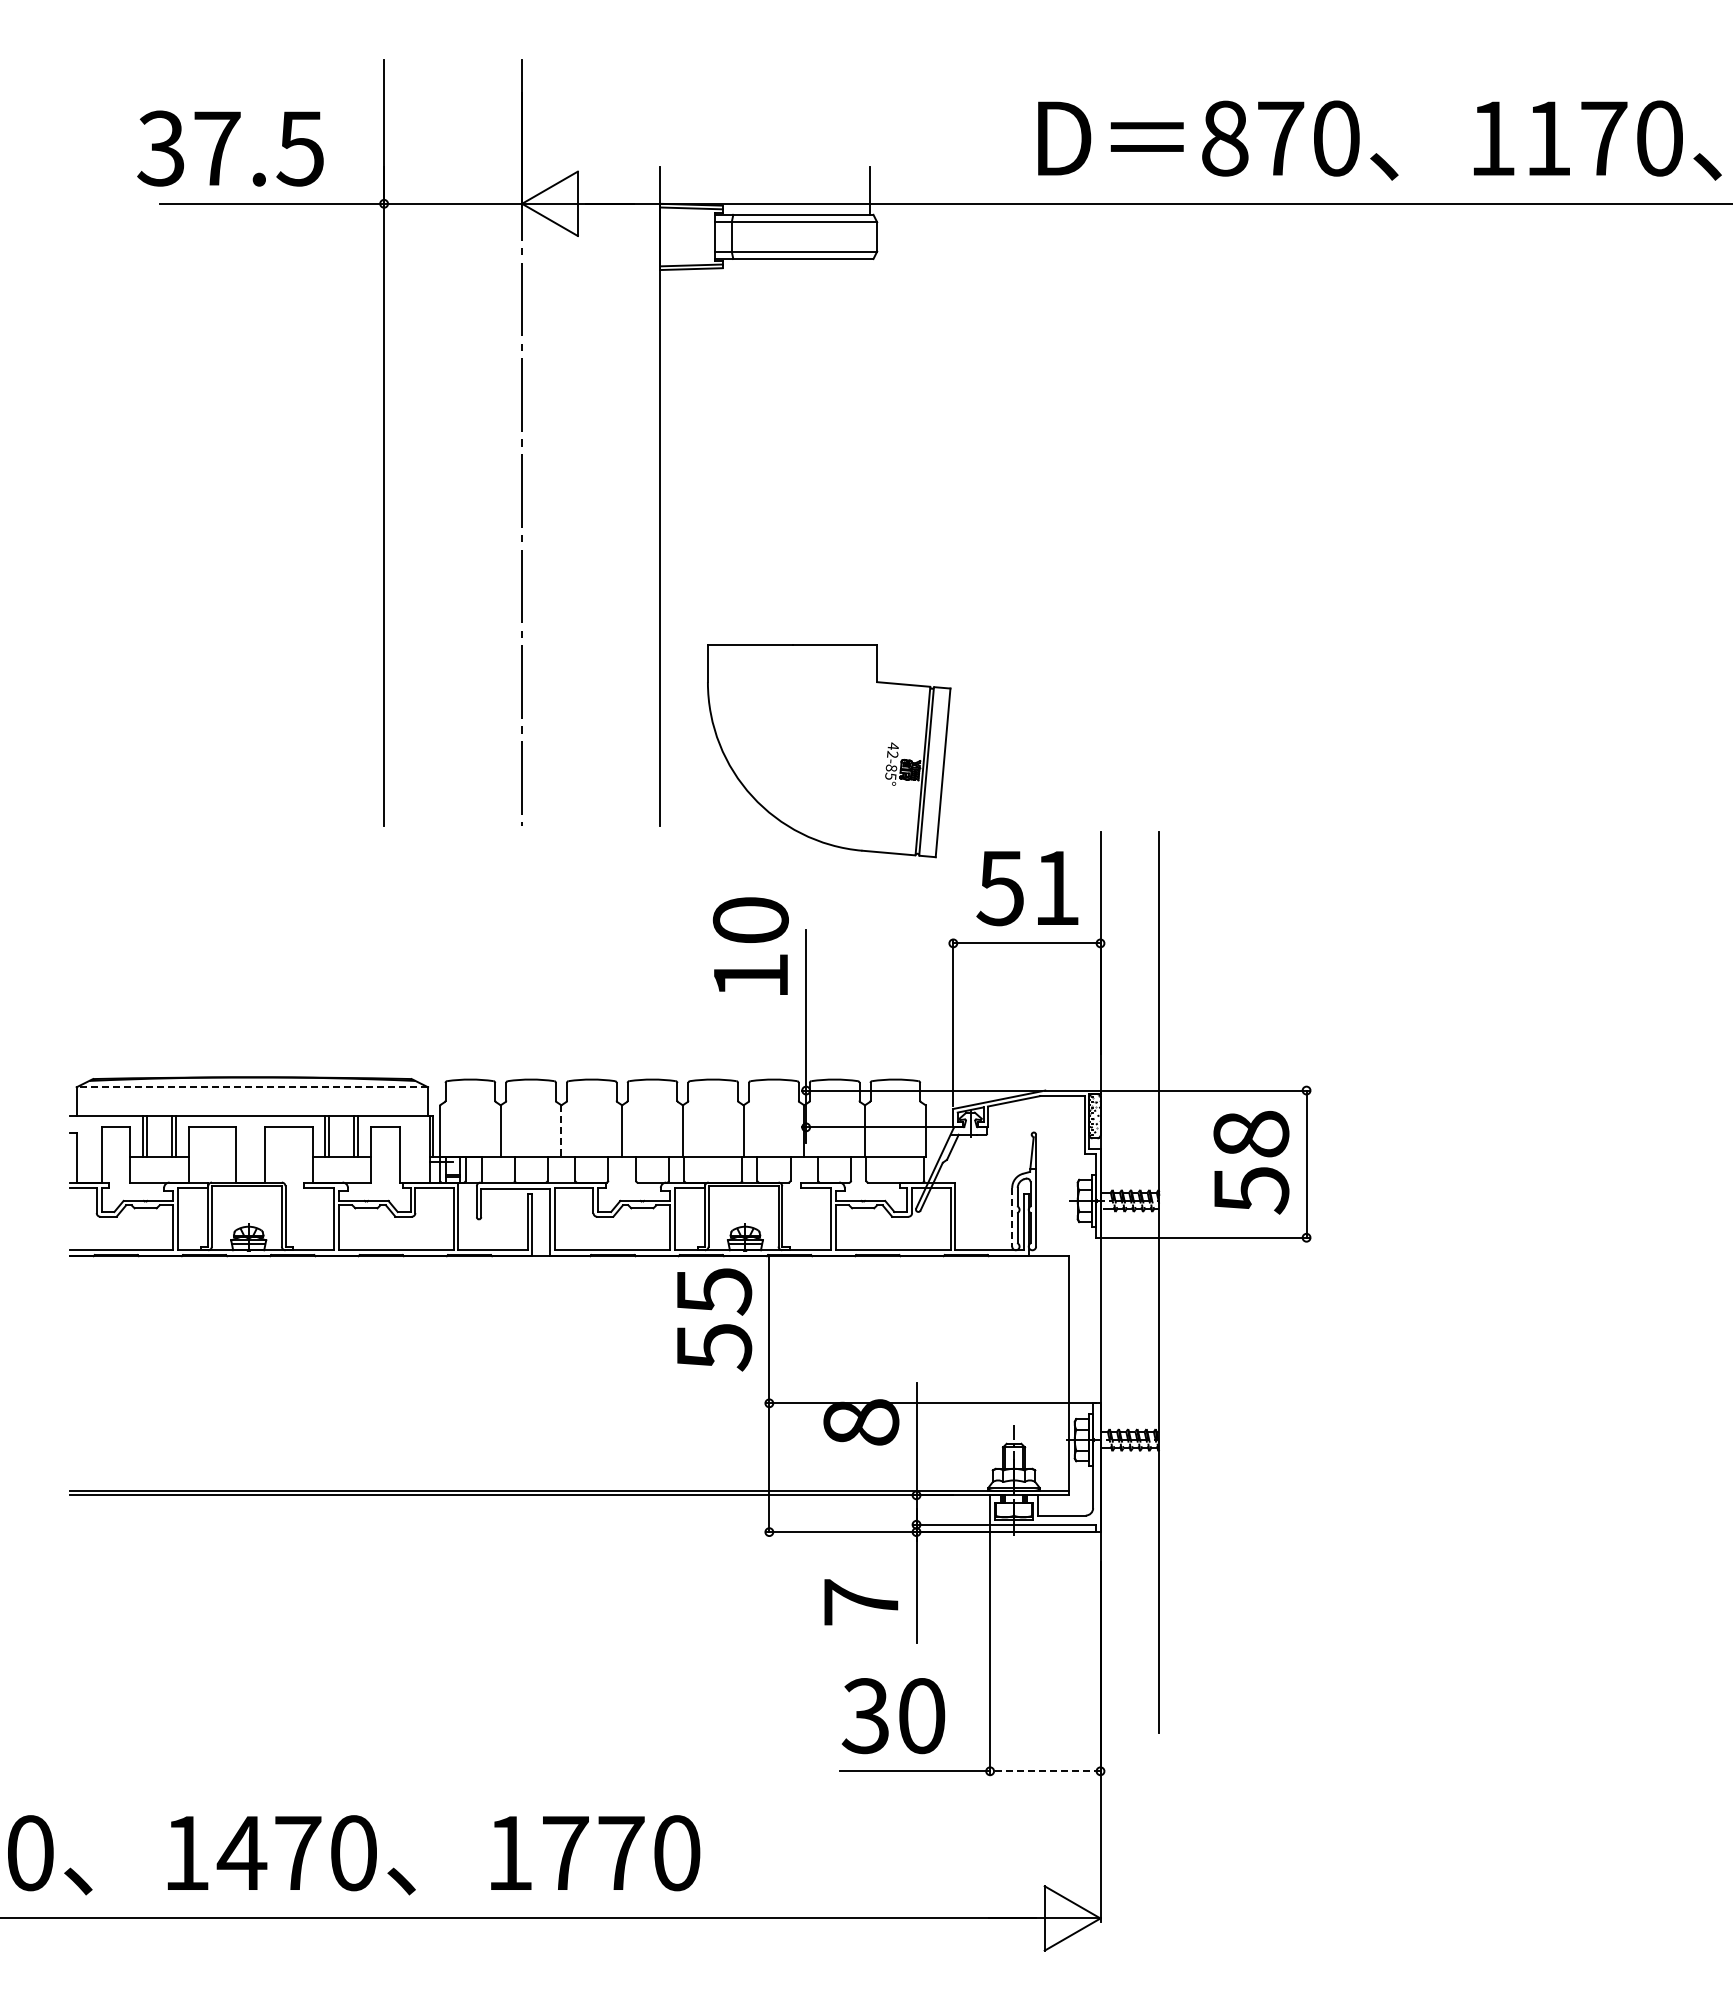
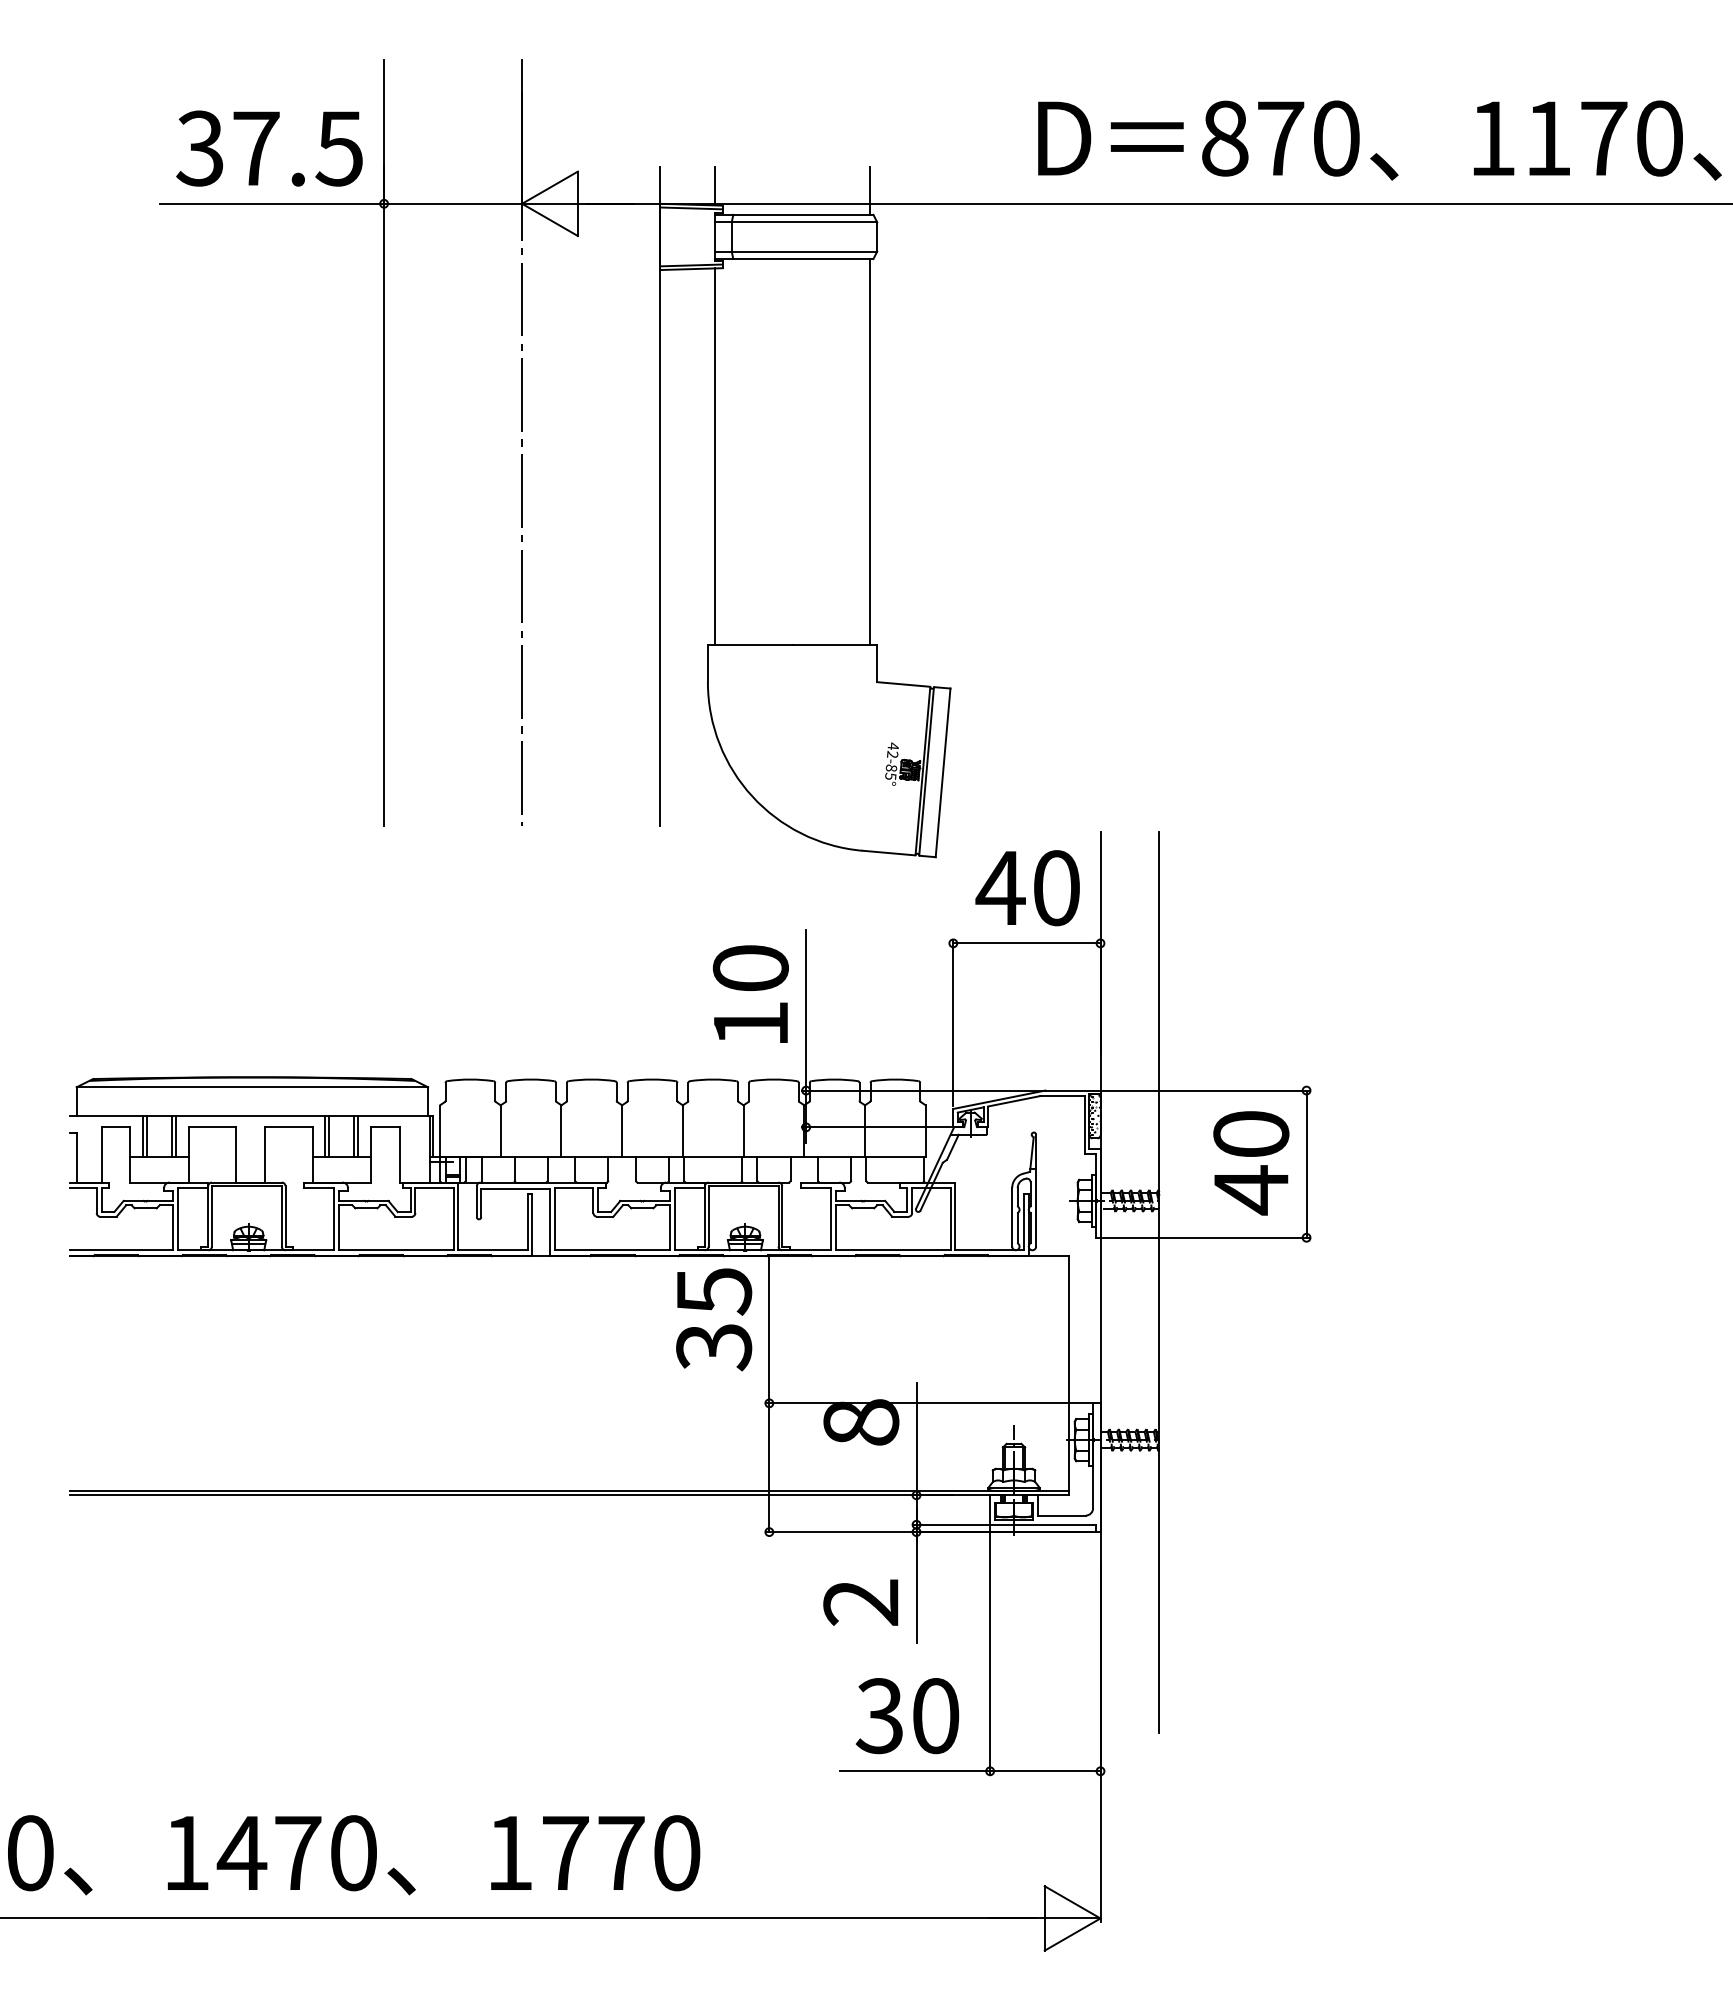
text at (230, 148) position: (230, 148) -> (269, 148)
line at (715, 186): none -> present
line at (869, 452): none -> present
line at (715, 456): none -> present
text at (1027, 888): 51 -> 40
text at (750, 945) position: (750, 945) -> (750, 993)
line at (252, 1087): dashed -> solid
line at (561, 1131): dashed -> solid
text at (1251, 1162): 58 -> 40
line at (1012, 1217): dashed -> solid
text at (713, 1347): 55 -> 35
text at (860, 1602): 7 -> 2
text at (893, 1716) position: (893, 1716) -> (907, 1716)
line at (1044, 1771): dashed -> solid
